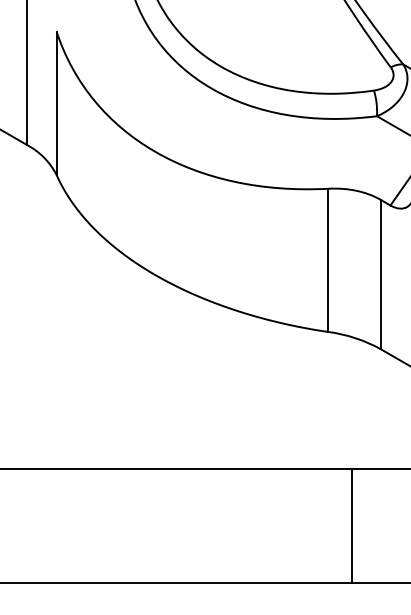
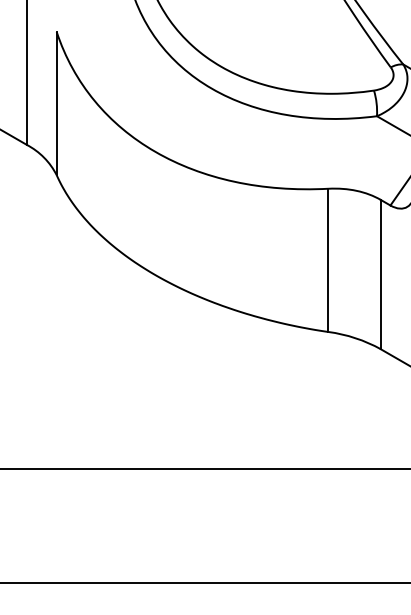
line at (351, 525): present -> none
